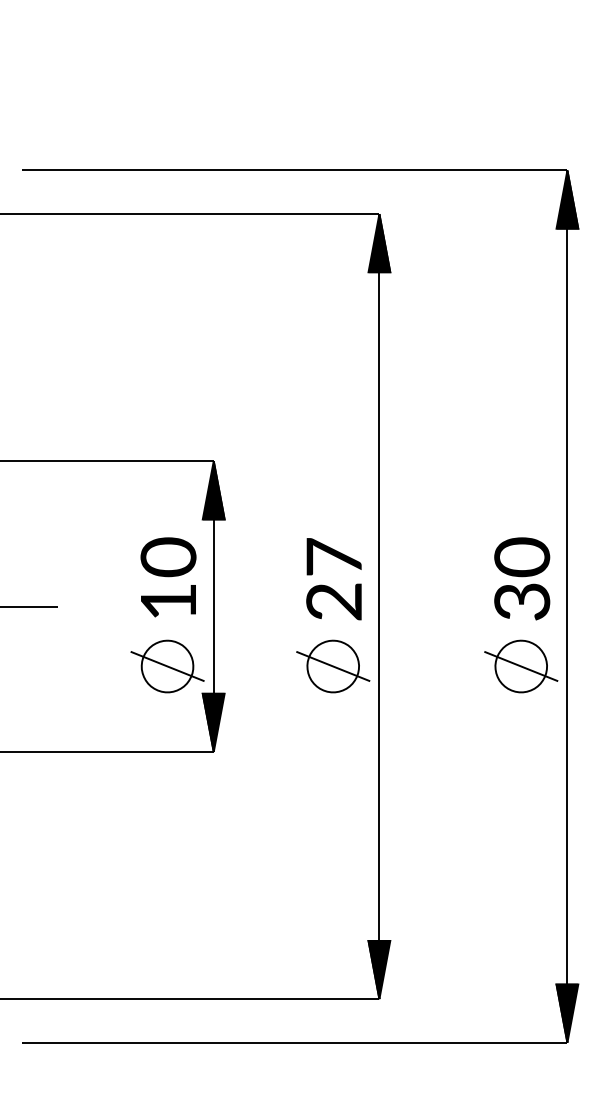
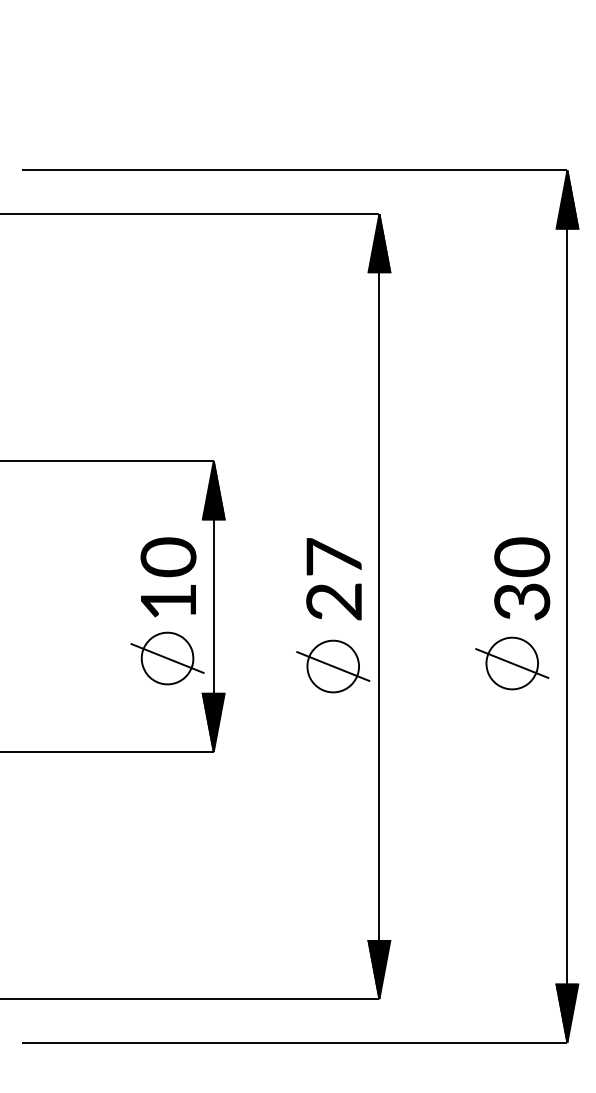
line at (29, 606): present -> none
part at (167, 666) position: (167, 666) -> (167, 658)
part at (521, 666) position: (521, 666) -> (512, 663)
